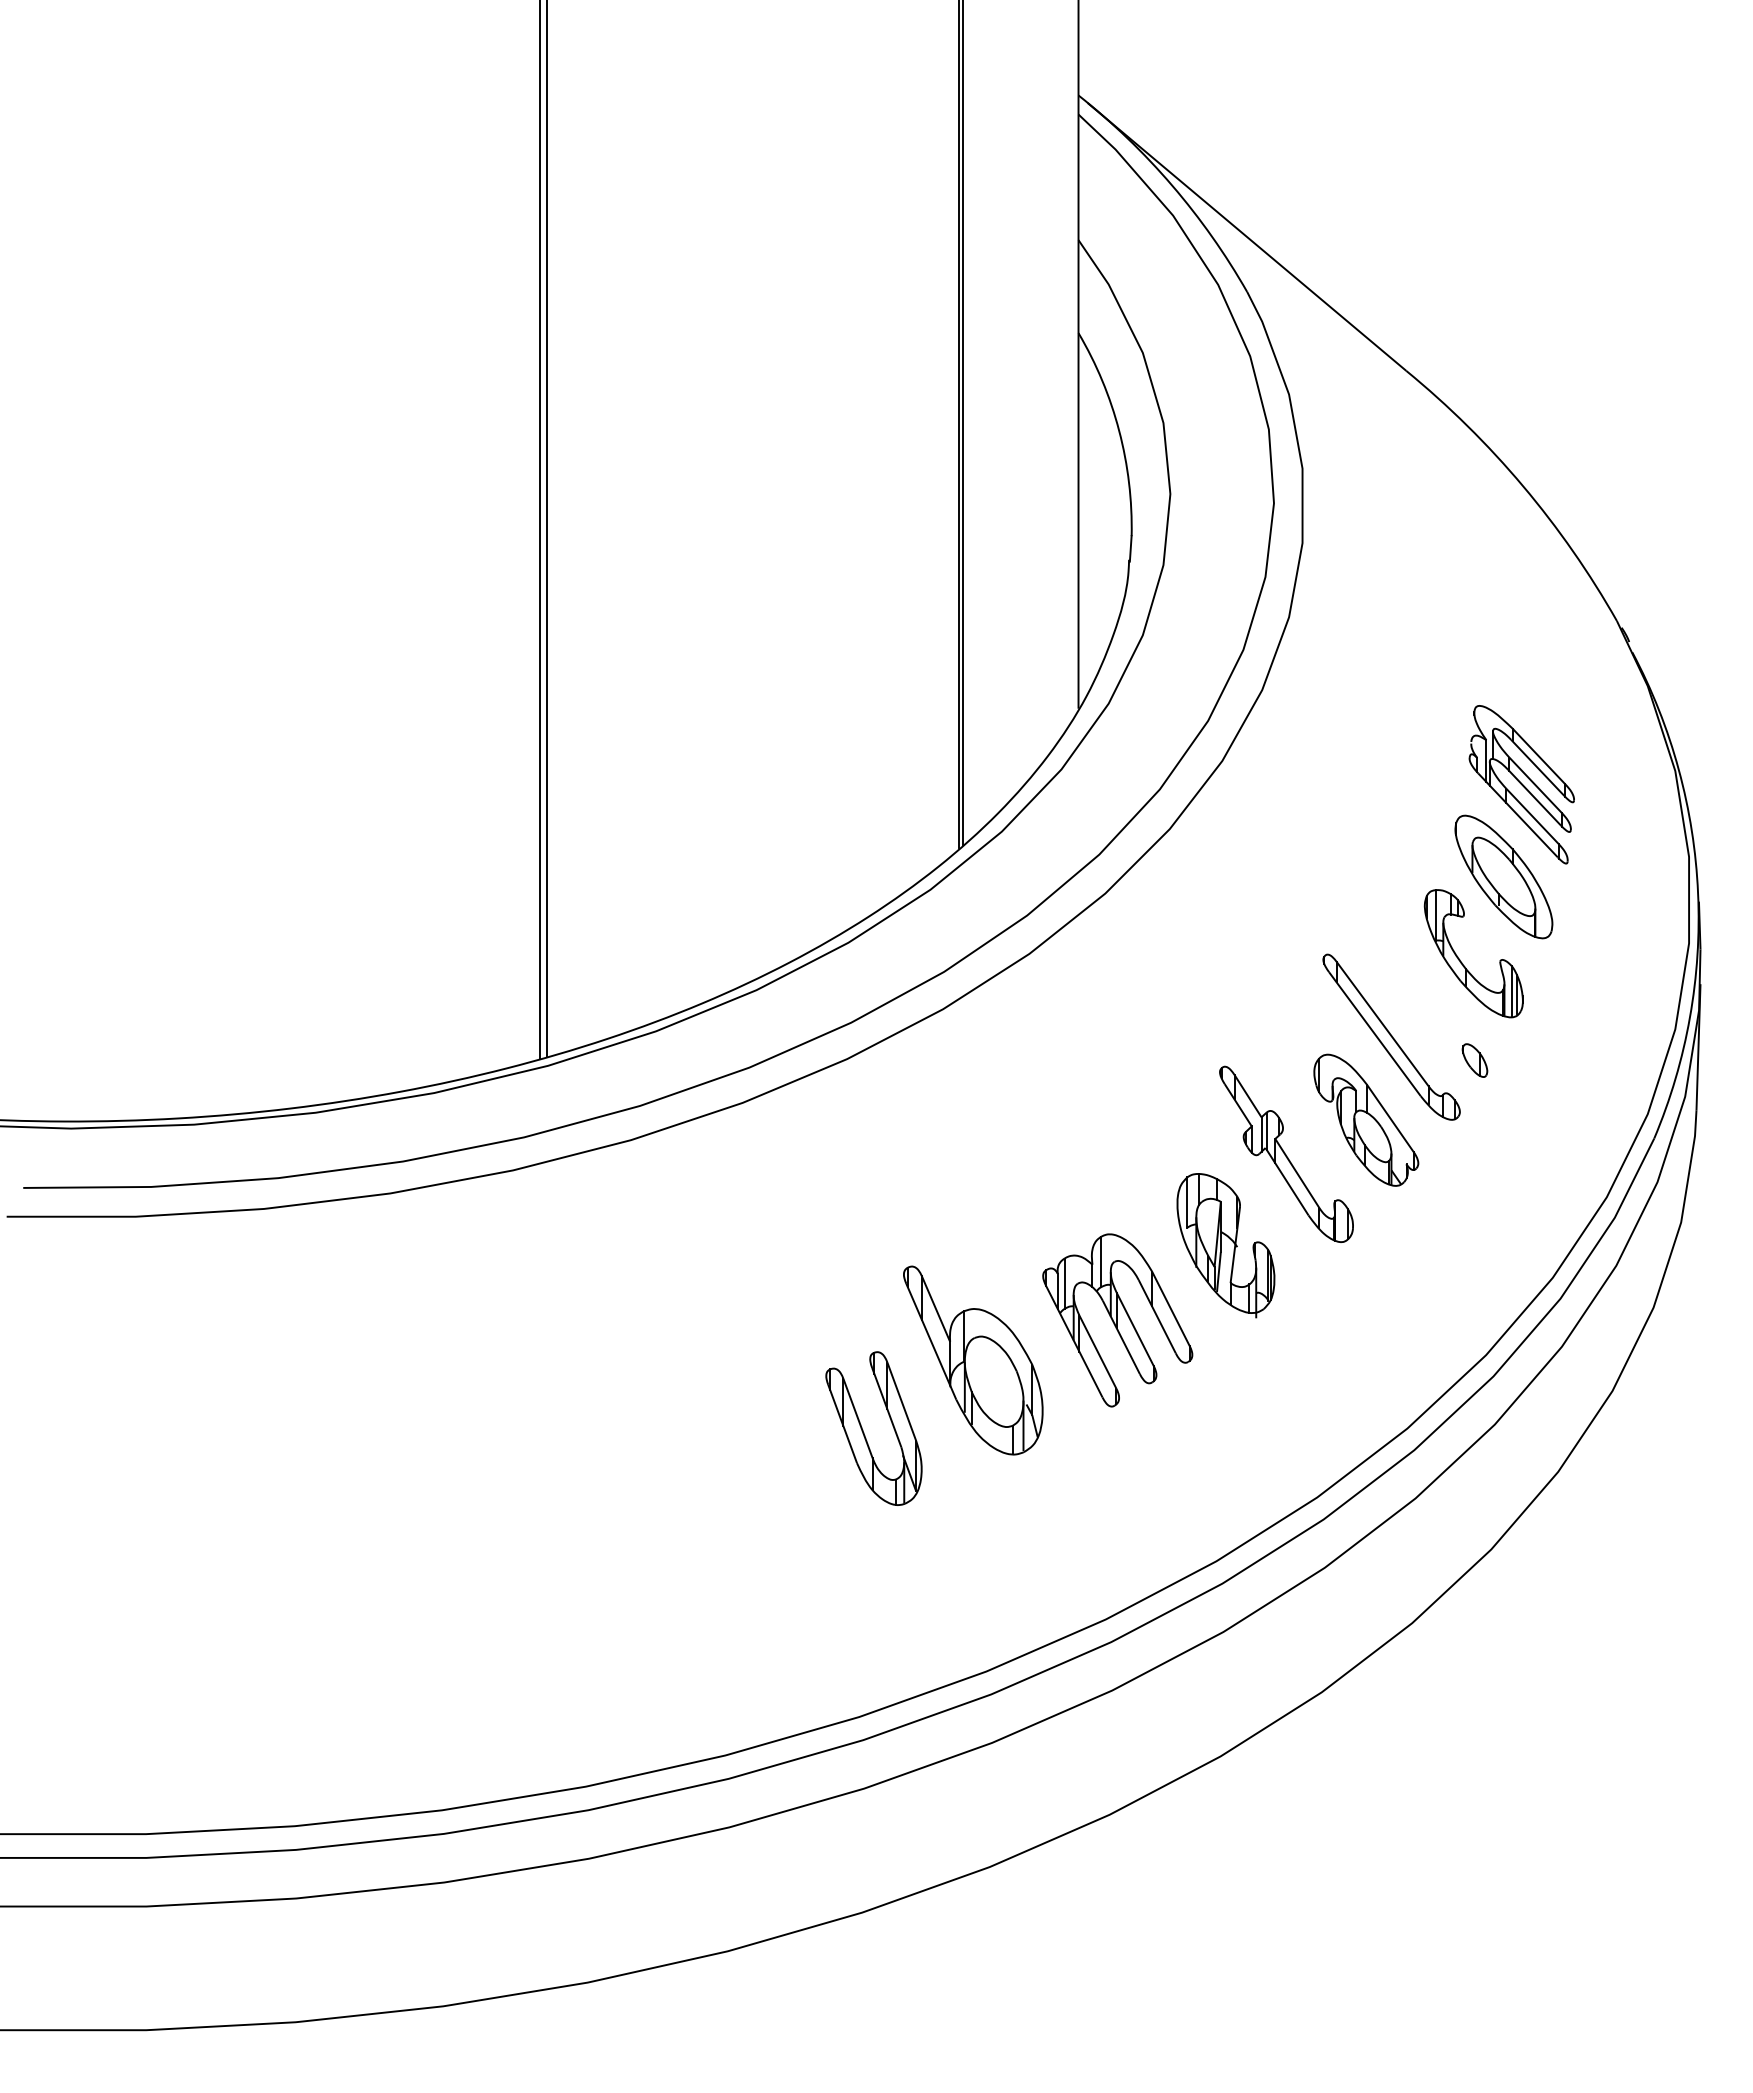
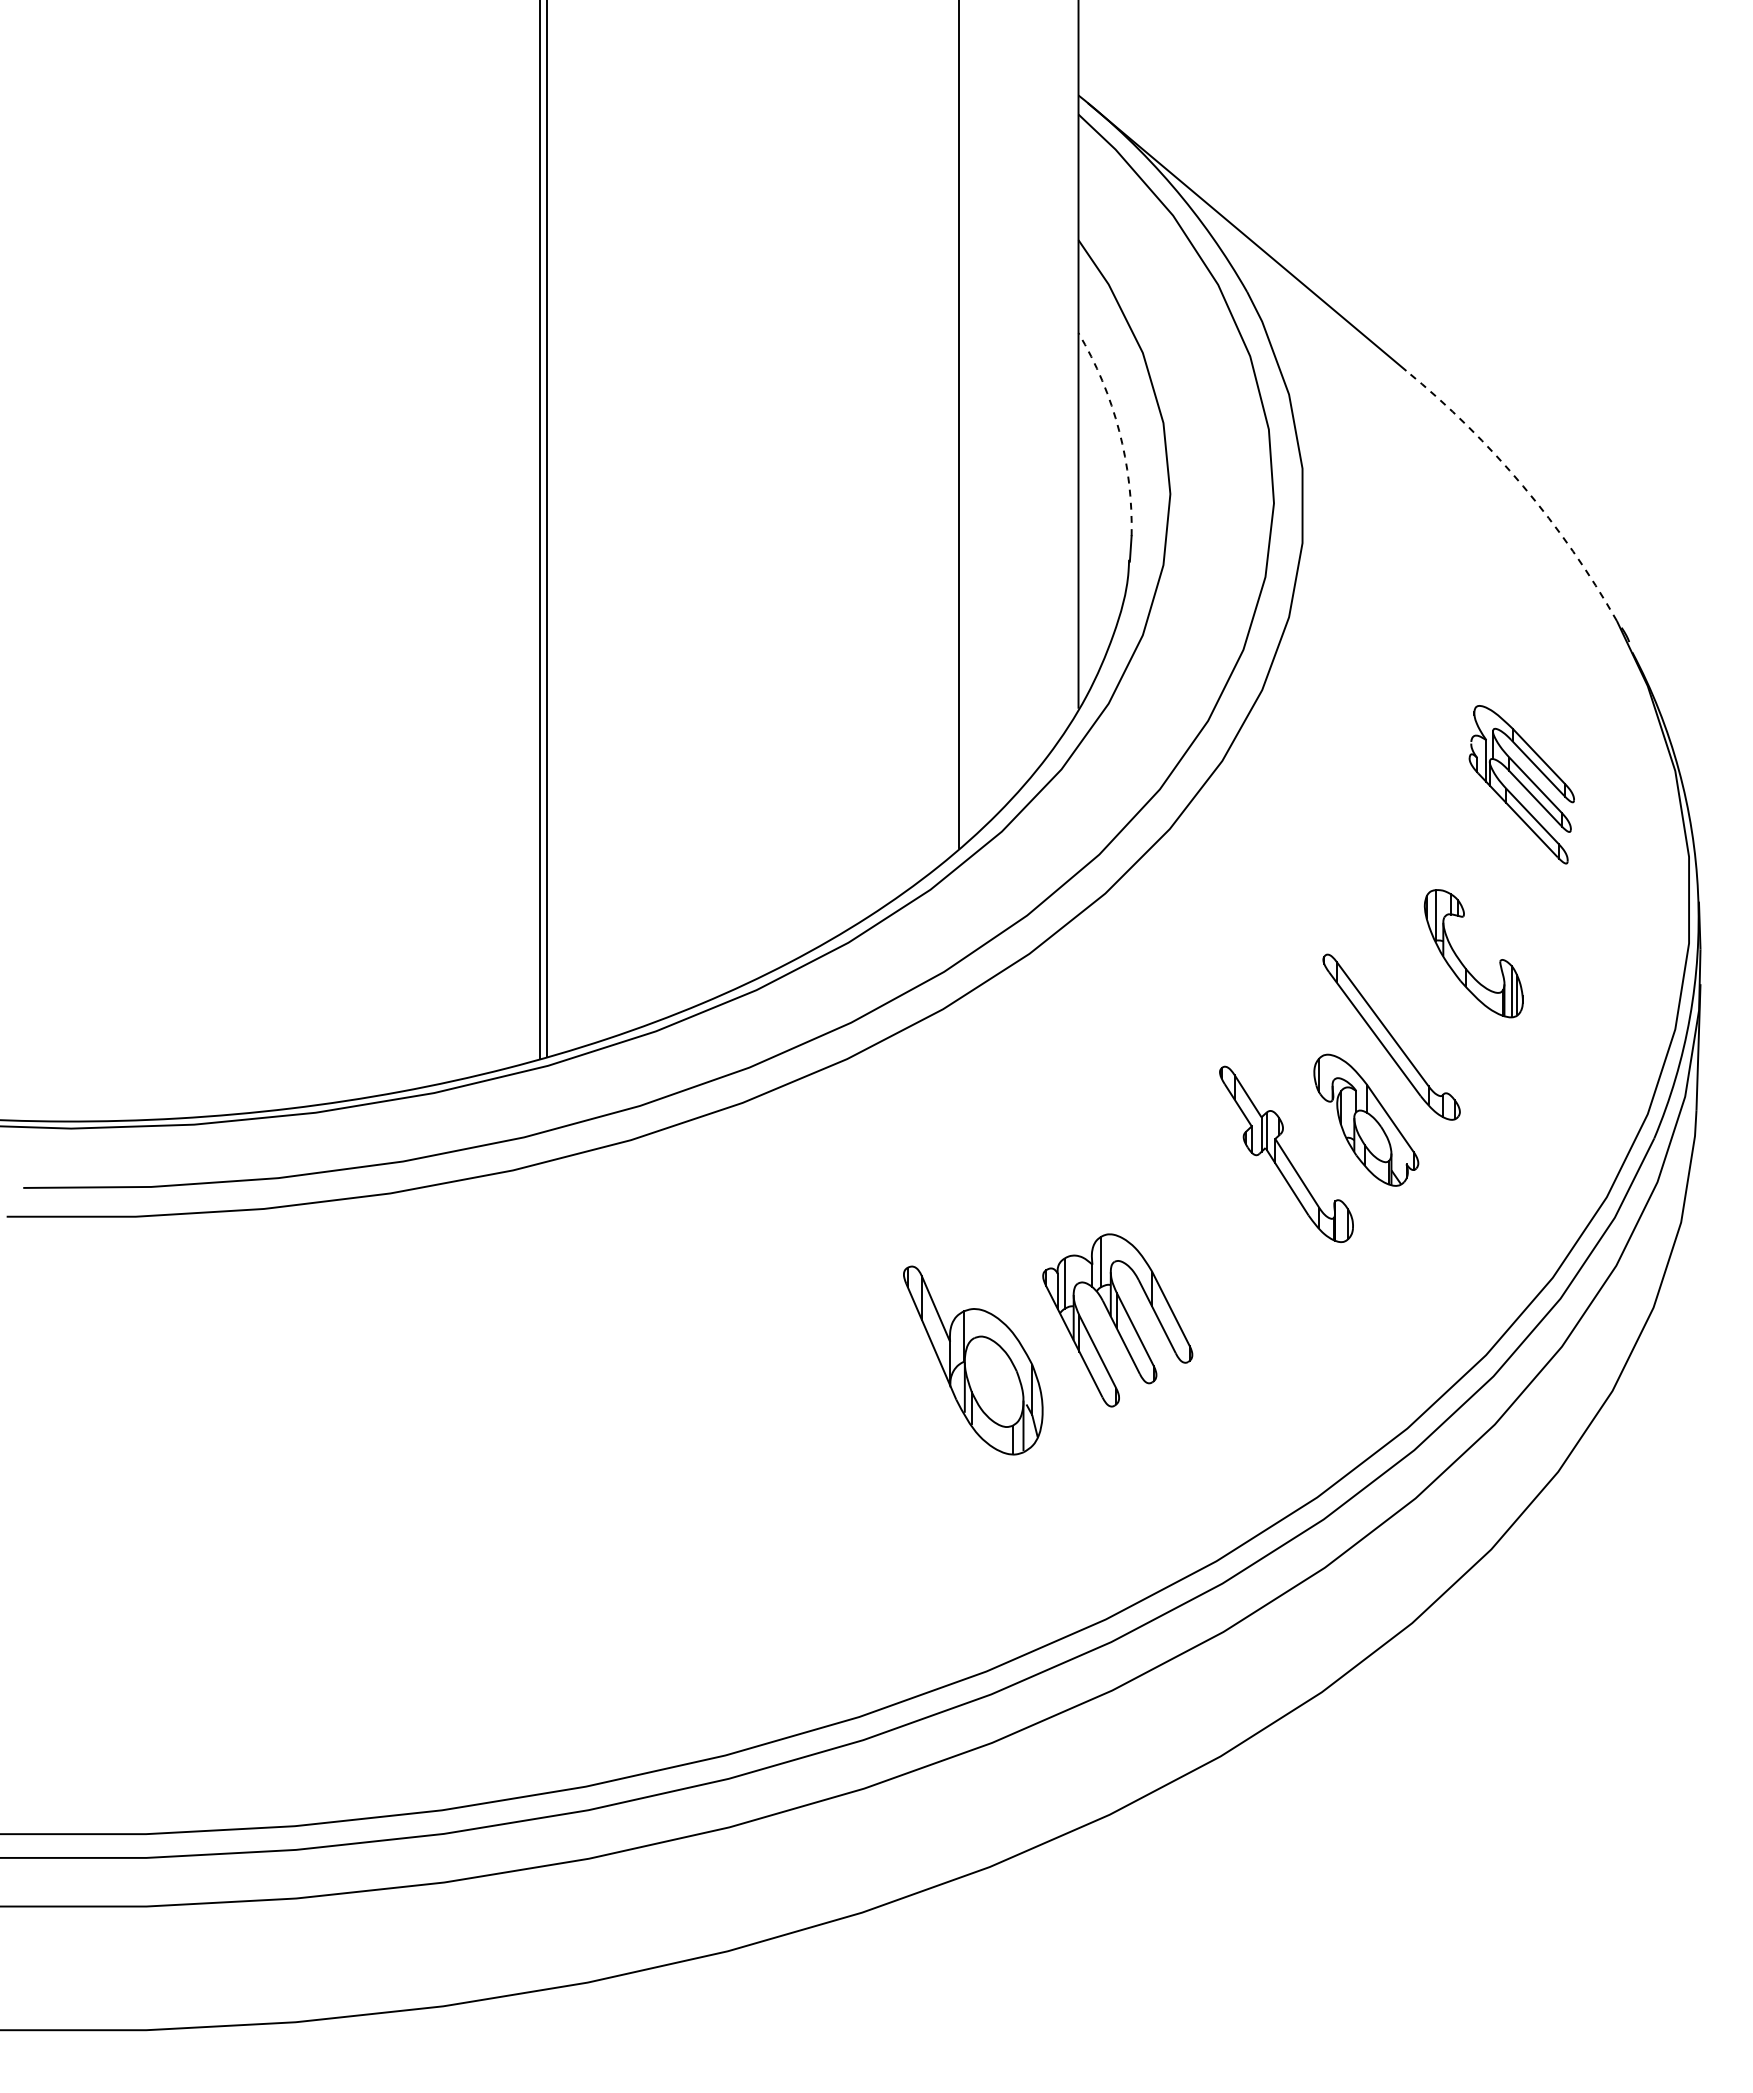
line at (962, 423): present -> none
arc at (1119, 430): solid -> dashed
arc at (1523, 486): solid -> dashed
part at (1503, 876): present -> none
part at (1474, 1060): present -> none
part at (1225, 1245): present -> none
part at (864, 1432): present -> none
